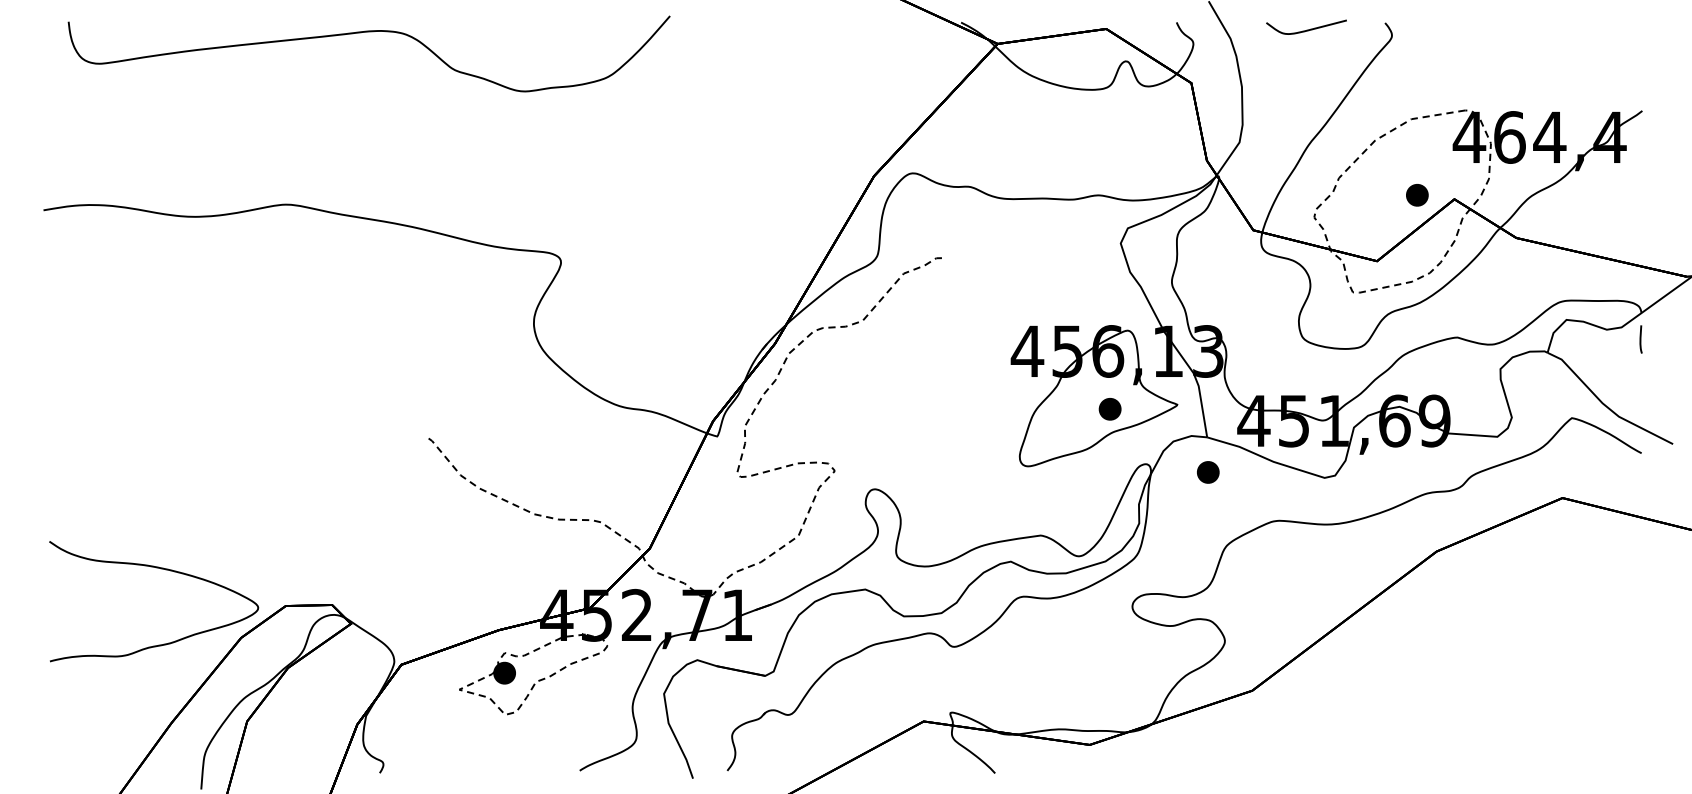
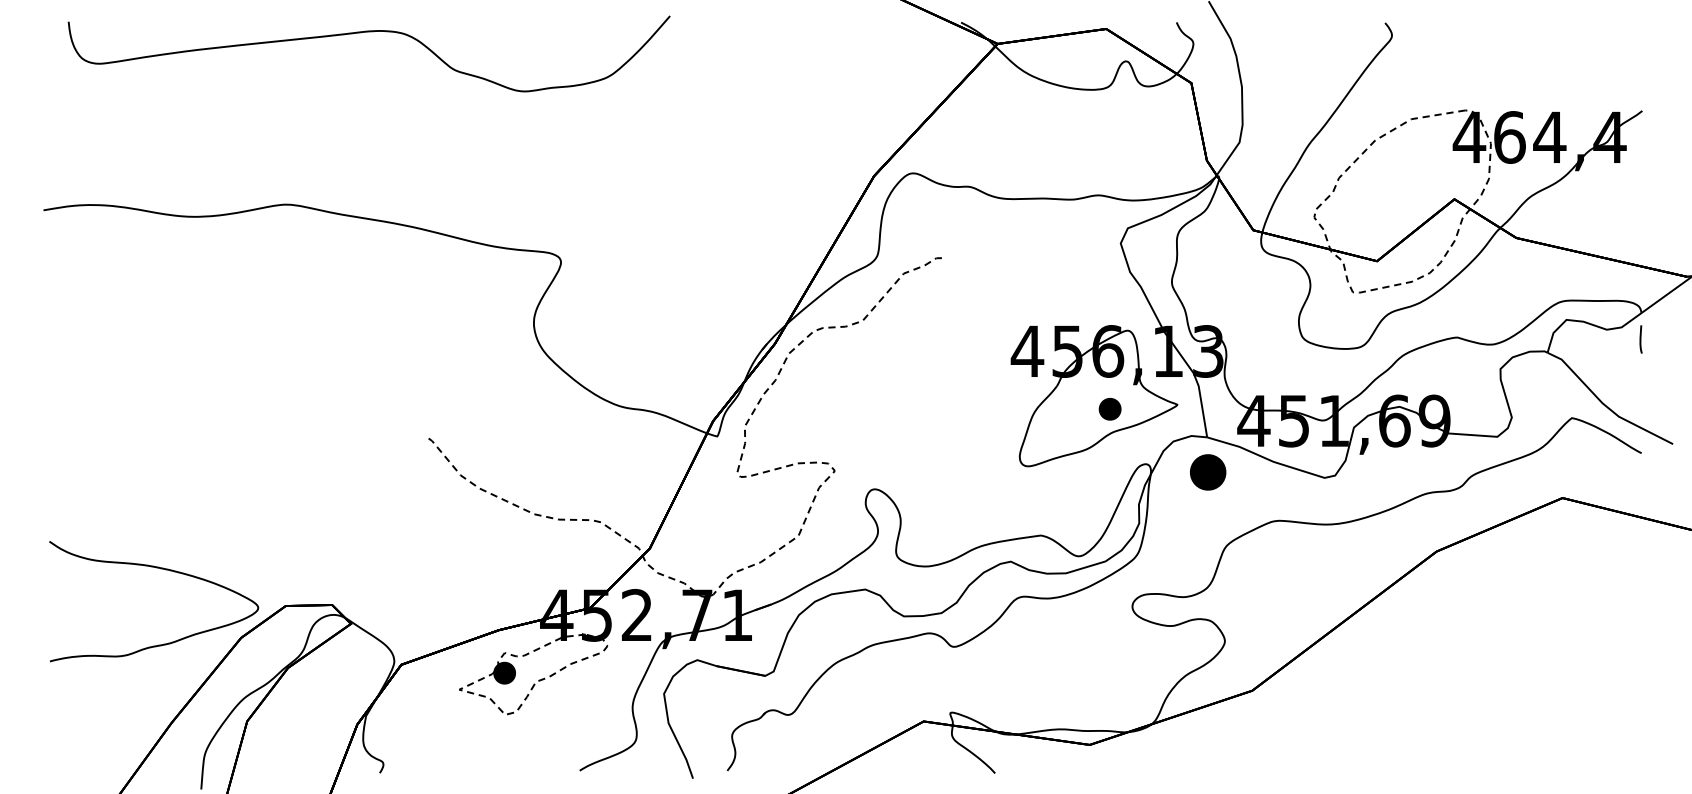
curve at (1306, 29): present -> none
part at (1417, 195): present -> none
part at (1208, 472) size: 23x23 px -> 37x37 px
